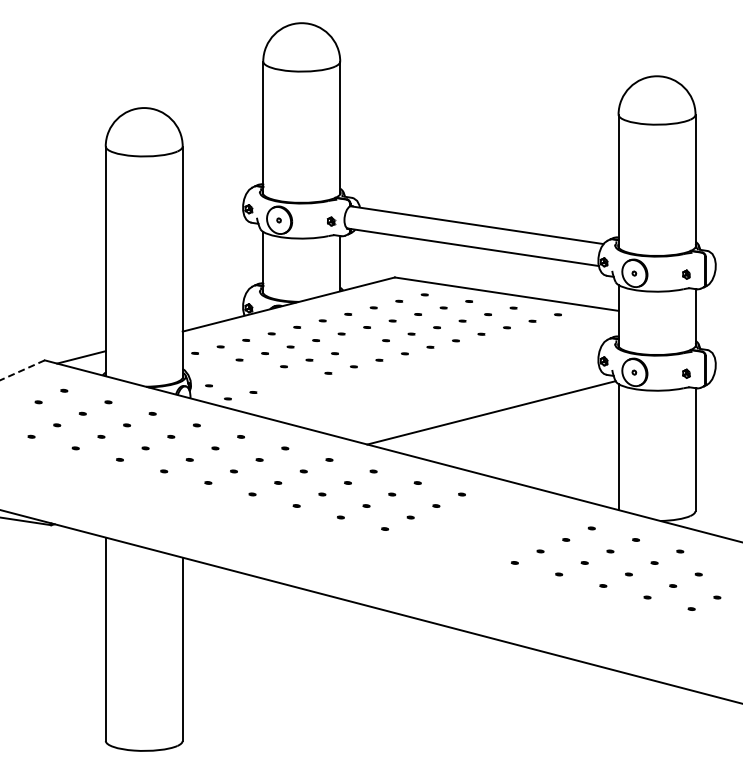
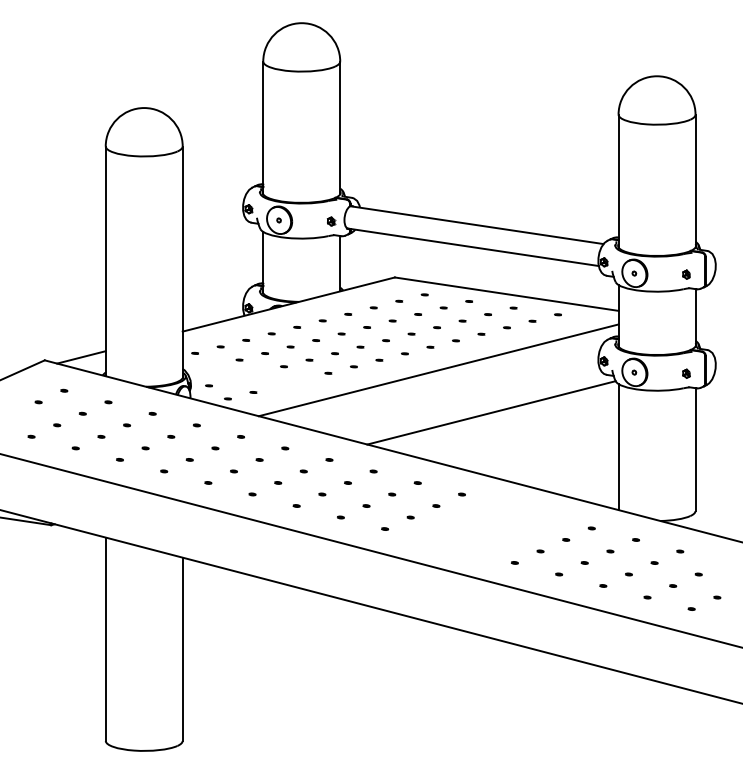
part at (360, 346): none -> present
line at (22, 370): dashed -> solid
line at (438, 370): none -> present
line at (370, 550): none -> present
